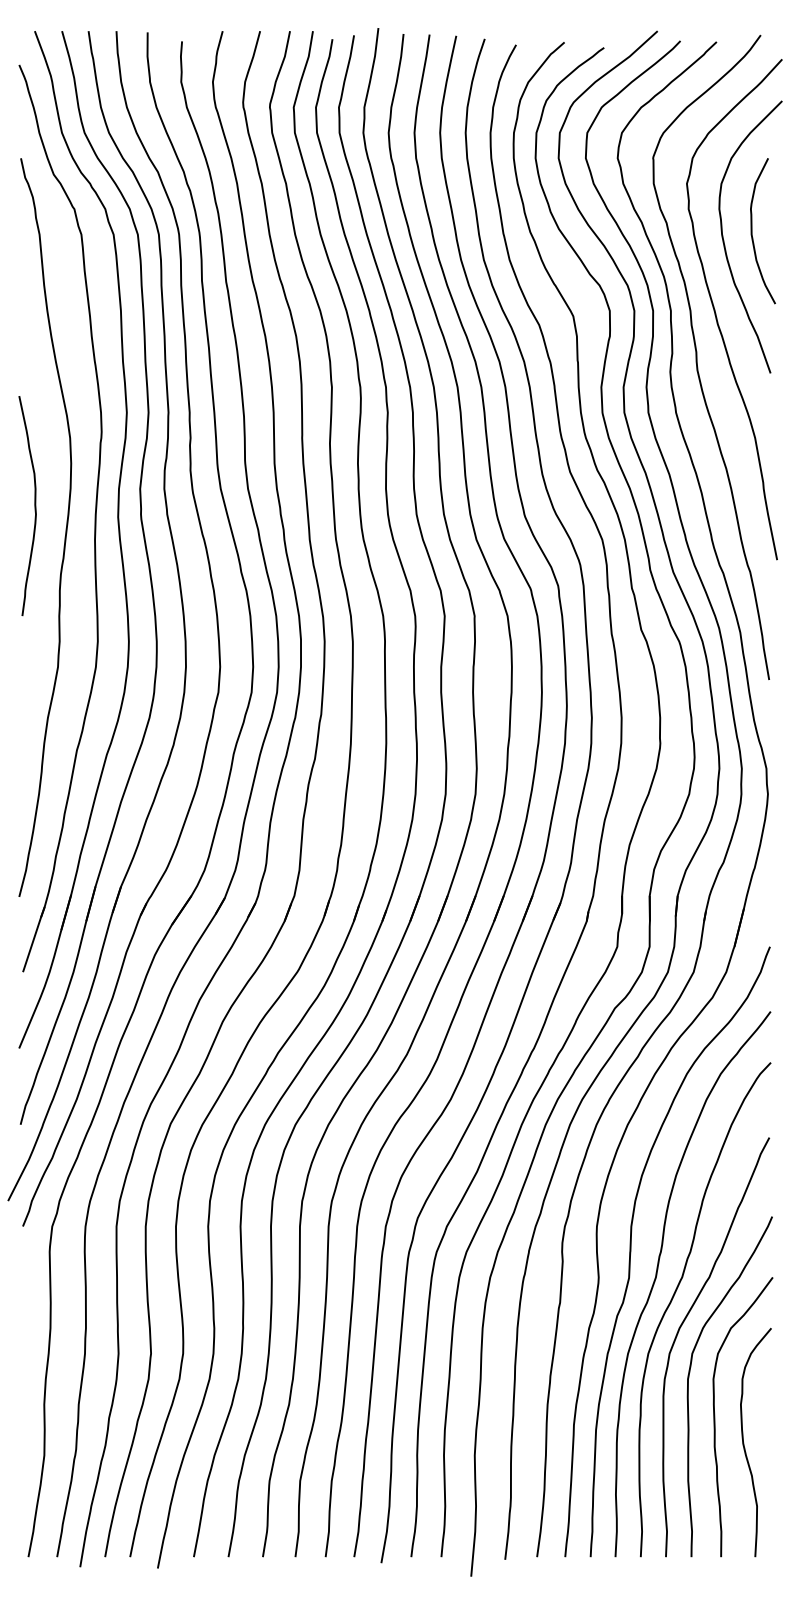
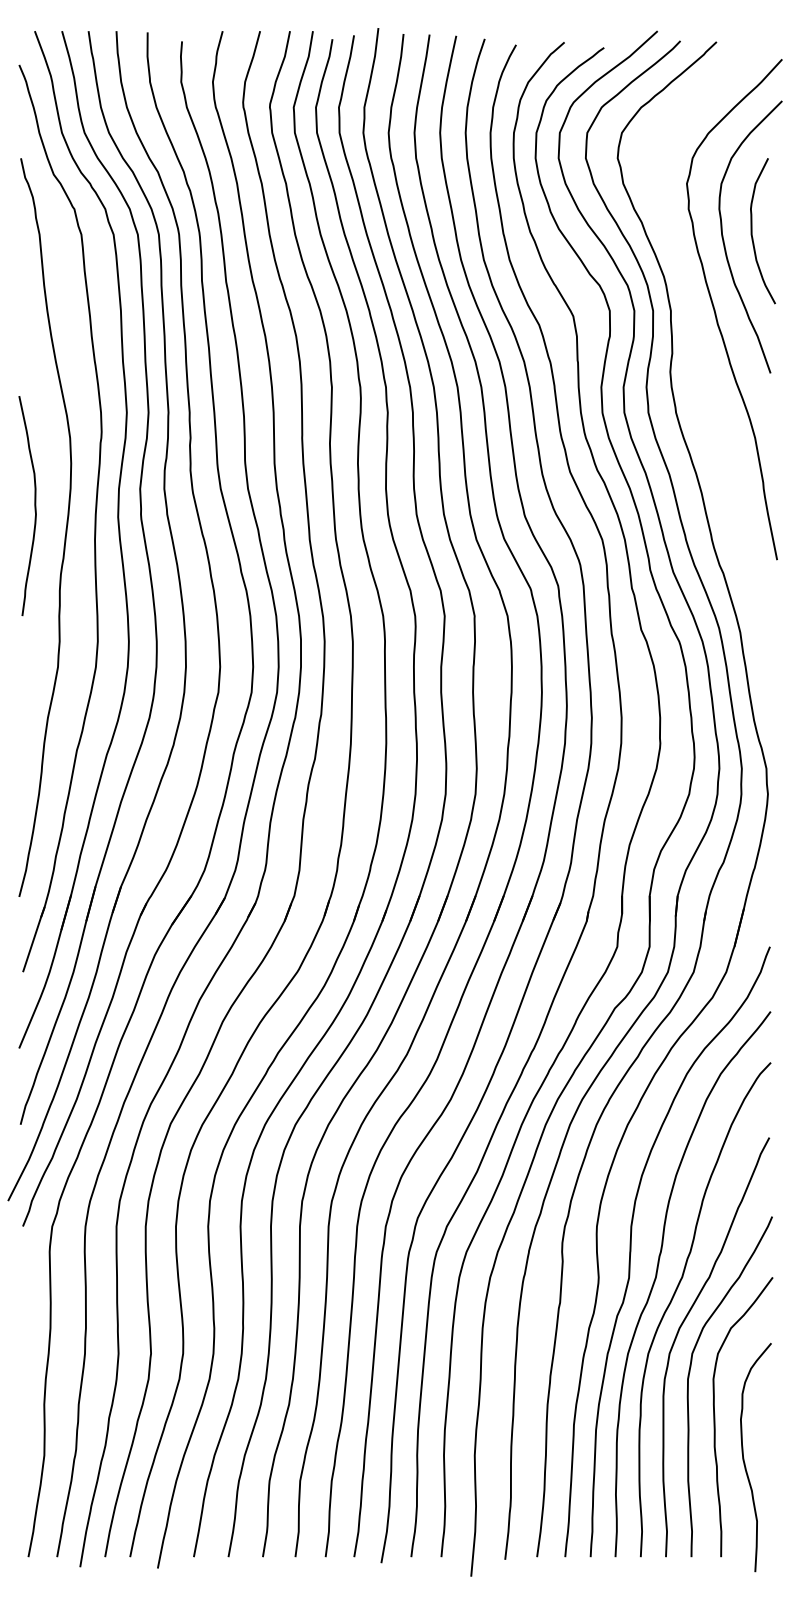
curve at (697, 356): present -> none
curve at (744, 1443) position: (744, 1443) -> (744, 1458)
